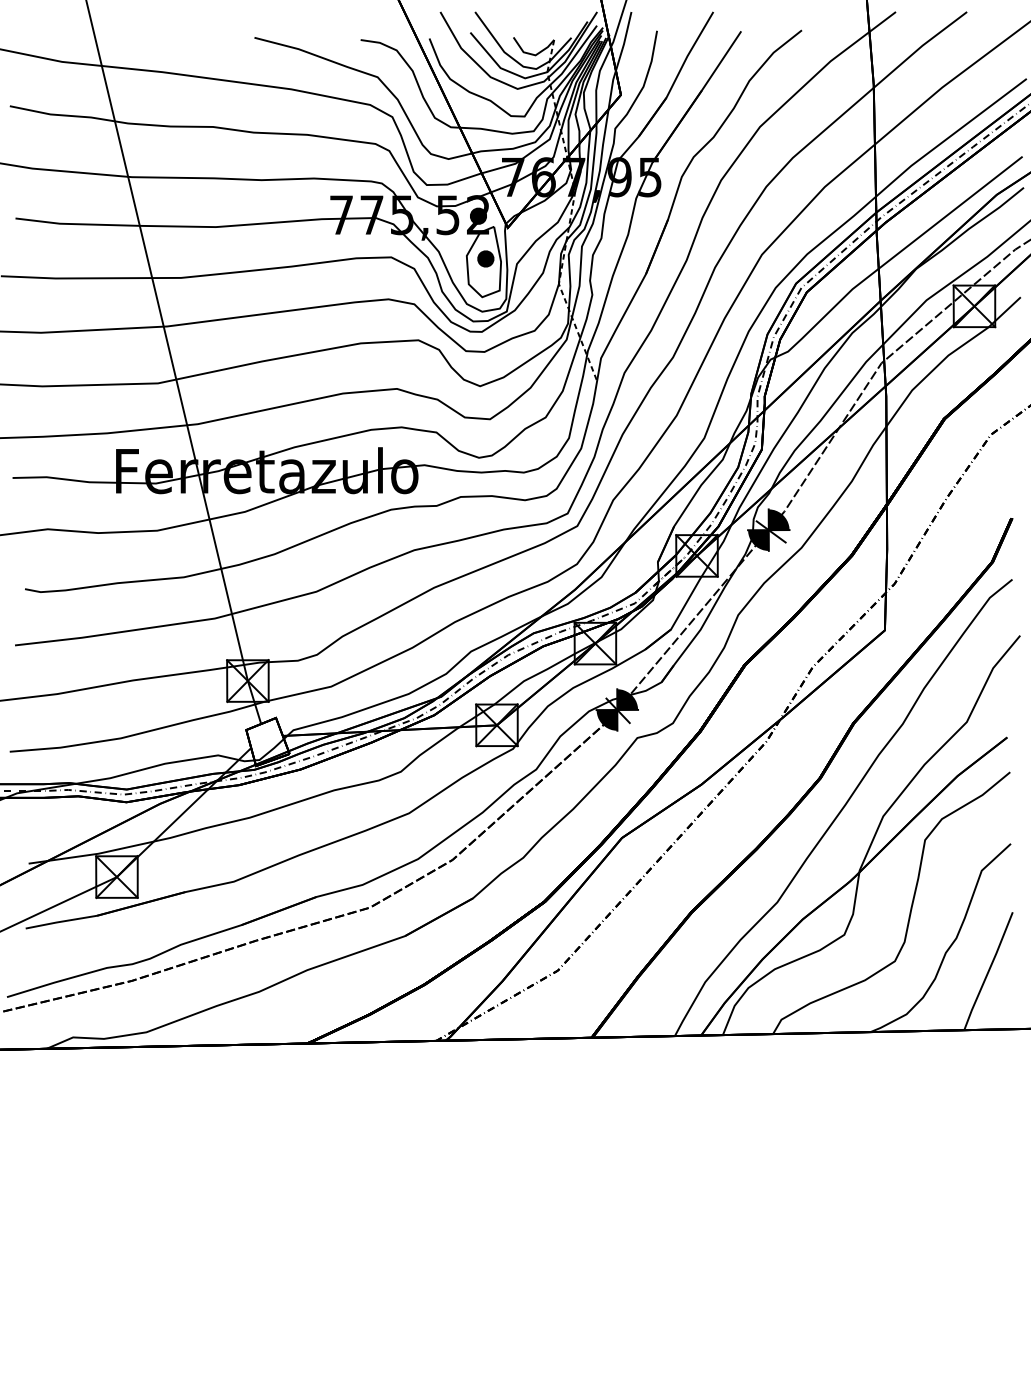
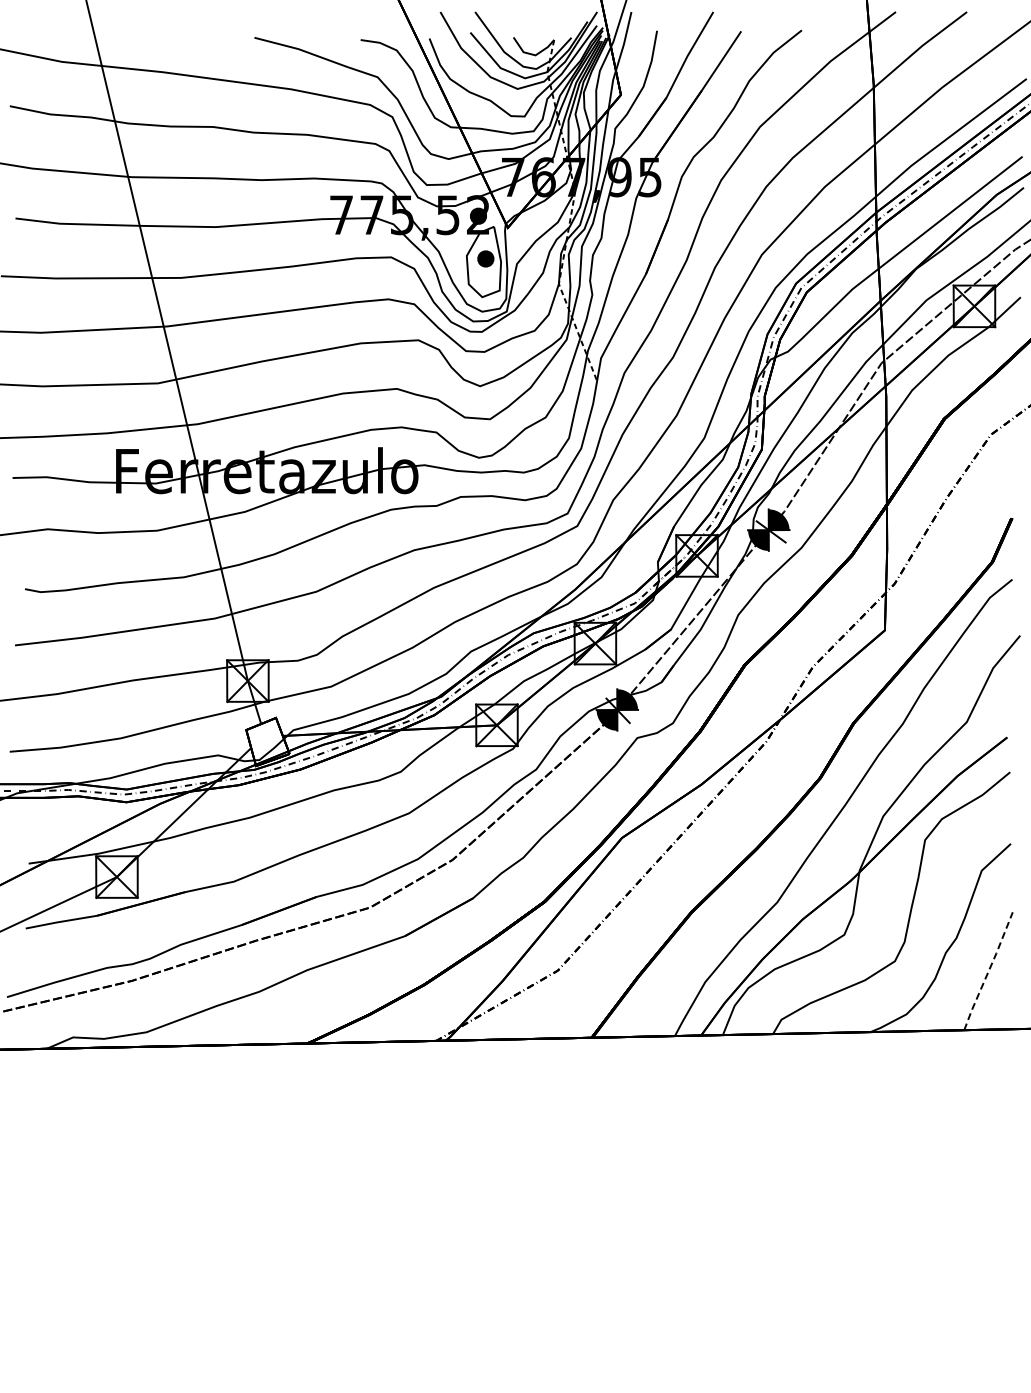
line at (988, 970): solid -> dashed
